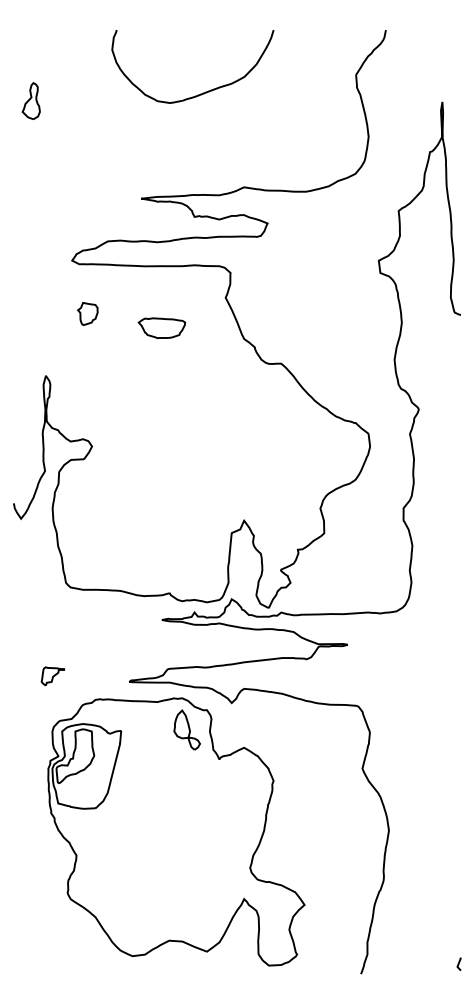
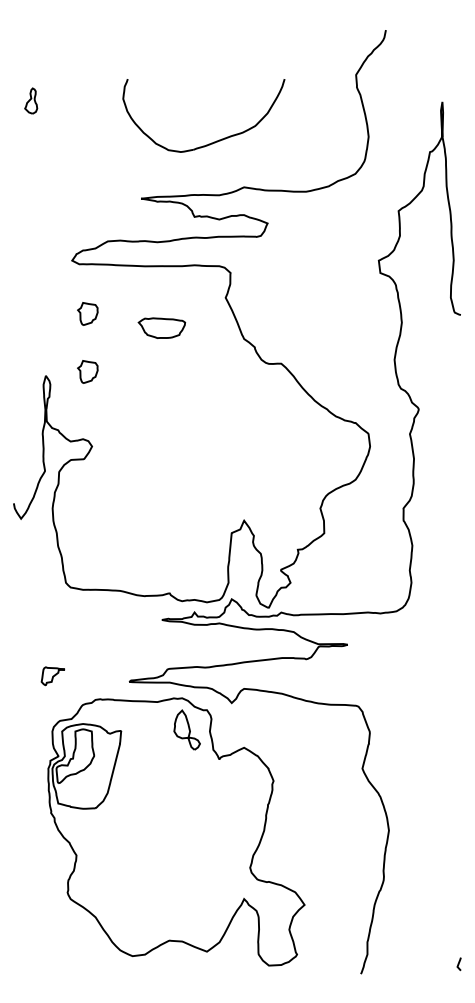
part at (200, 93) position: (200, 93) -> (211, 142)
part at (30, 100) size: 20x38 px -> 15x28 px
part at (87, 371): none -> present
